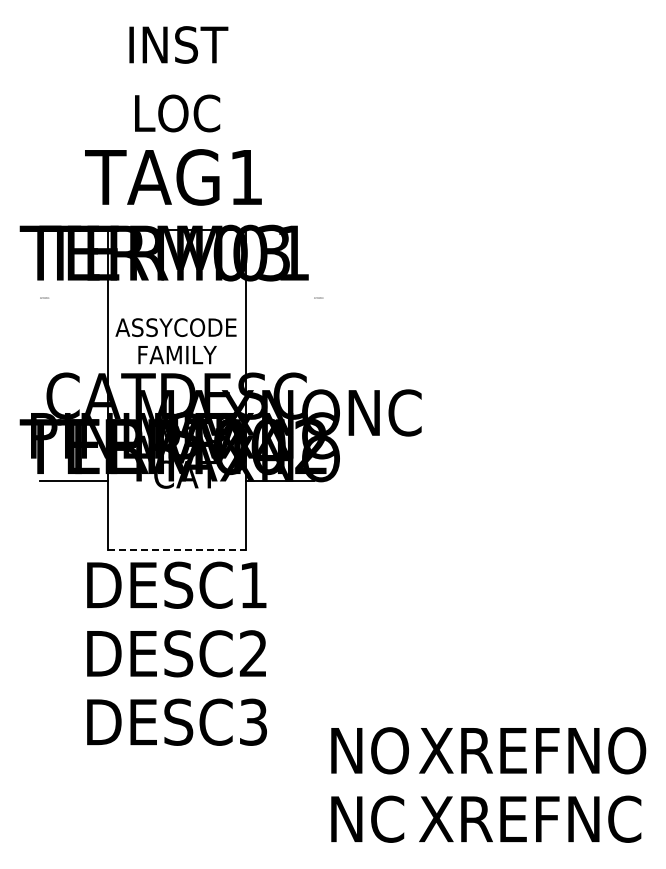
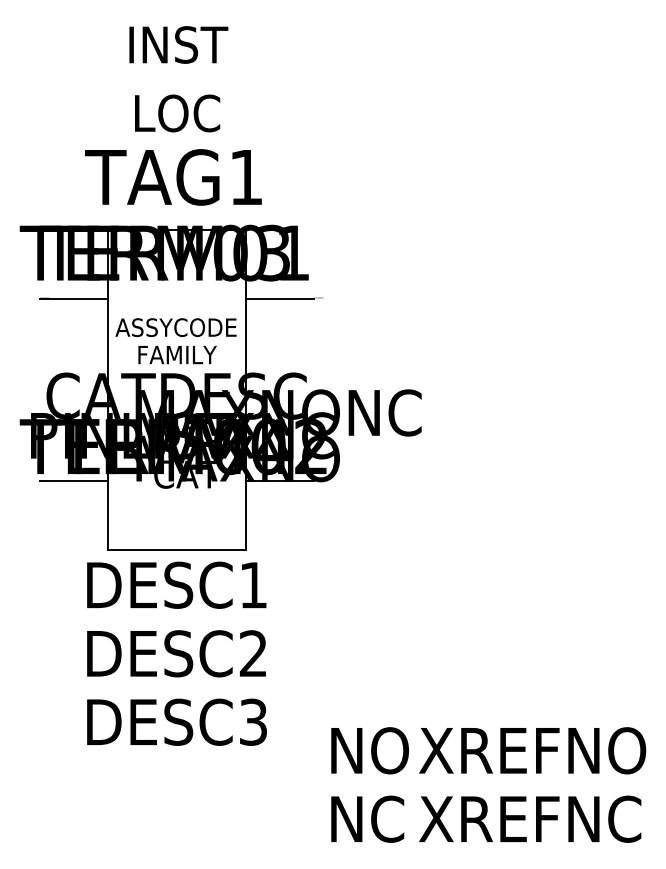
line at (73, 298): none -> present
line at (279, 298): none -> present
line at (176, 549): dashed -> solid
